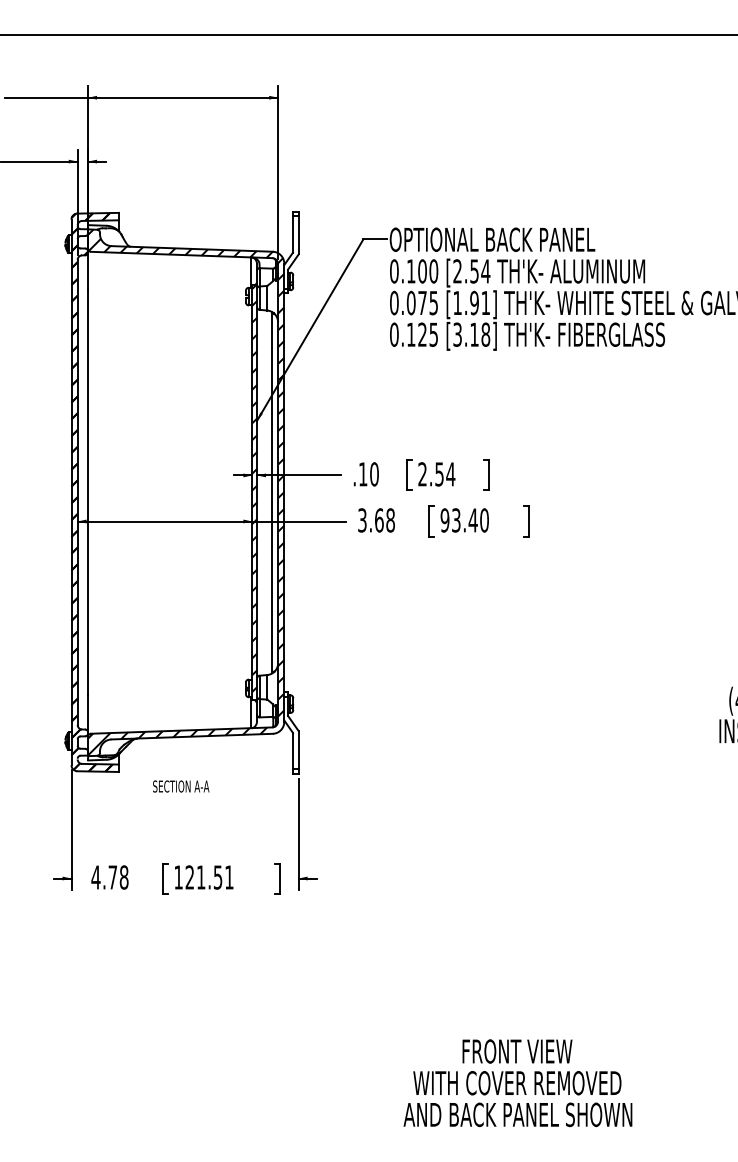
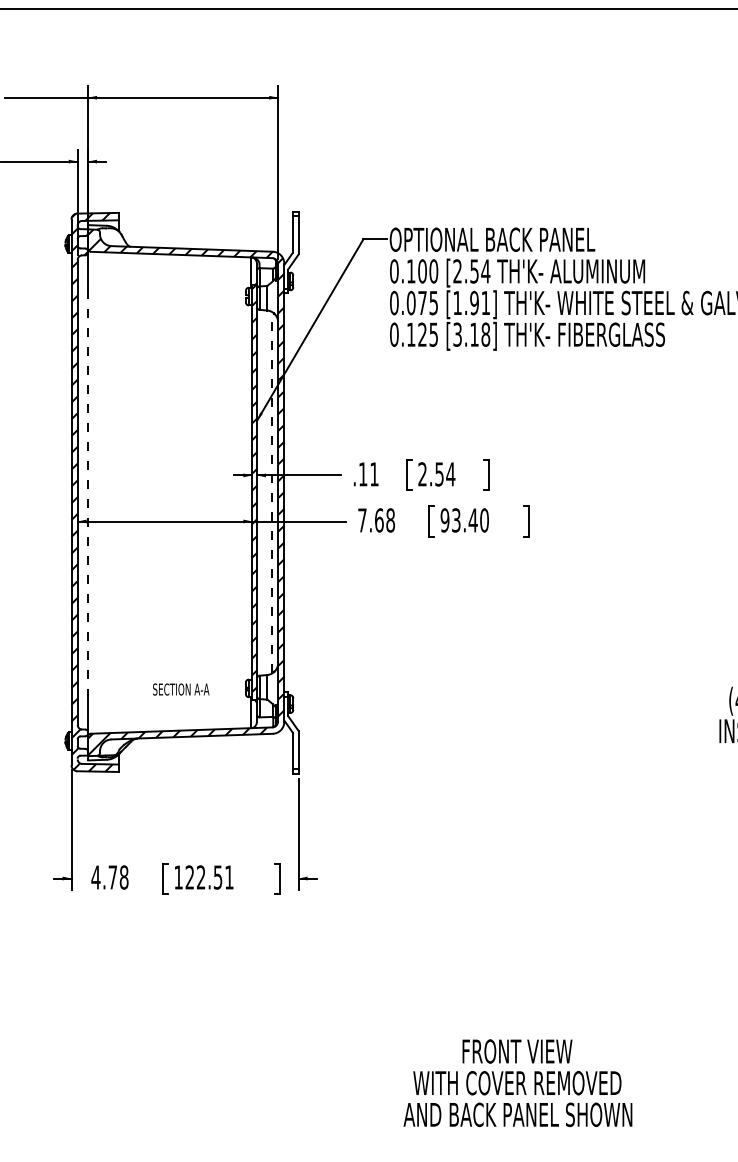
line at (368, 34) position: (368, 34) -> (368, 8)
text at (374, 474): .10 -> .11
line at (88, 492): solid -> dashed
hatch at (91, 492): present -> none
line at (272, 492): solid -> dashed
text at (362, 520): 3.68 -> 7.68
text at (181, 786) position: (181, 786) -> (181, 689)
text at (201, 877): 121.51 -> 122.51
